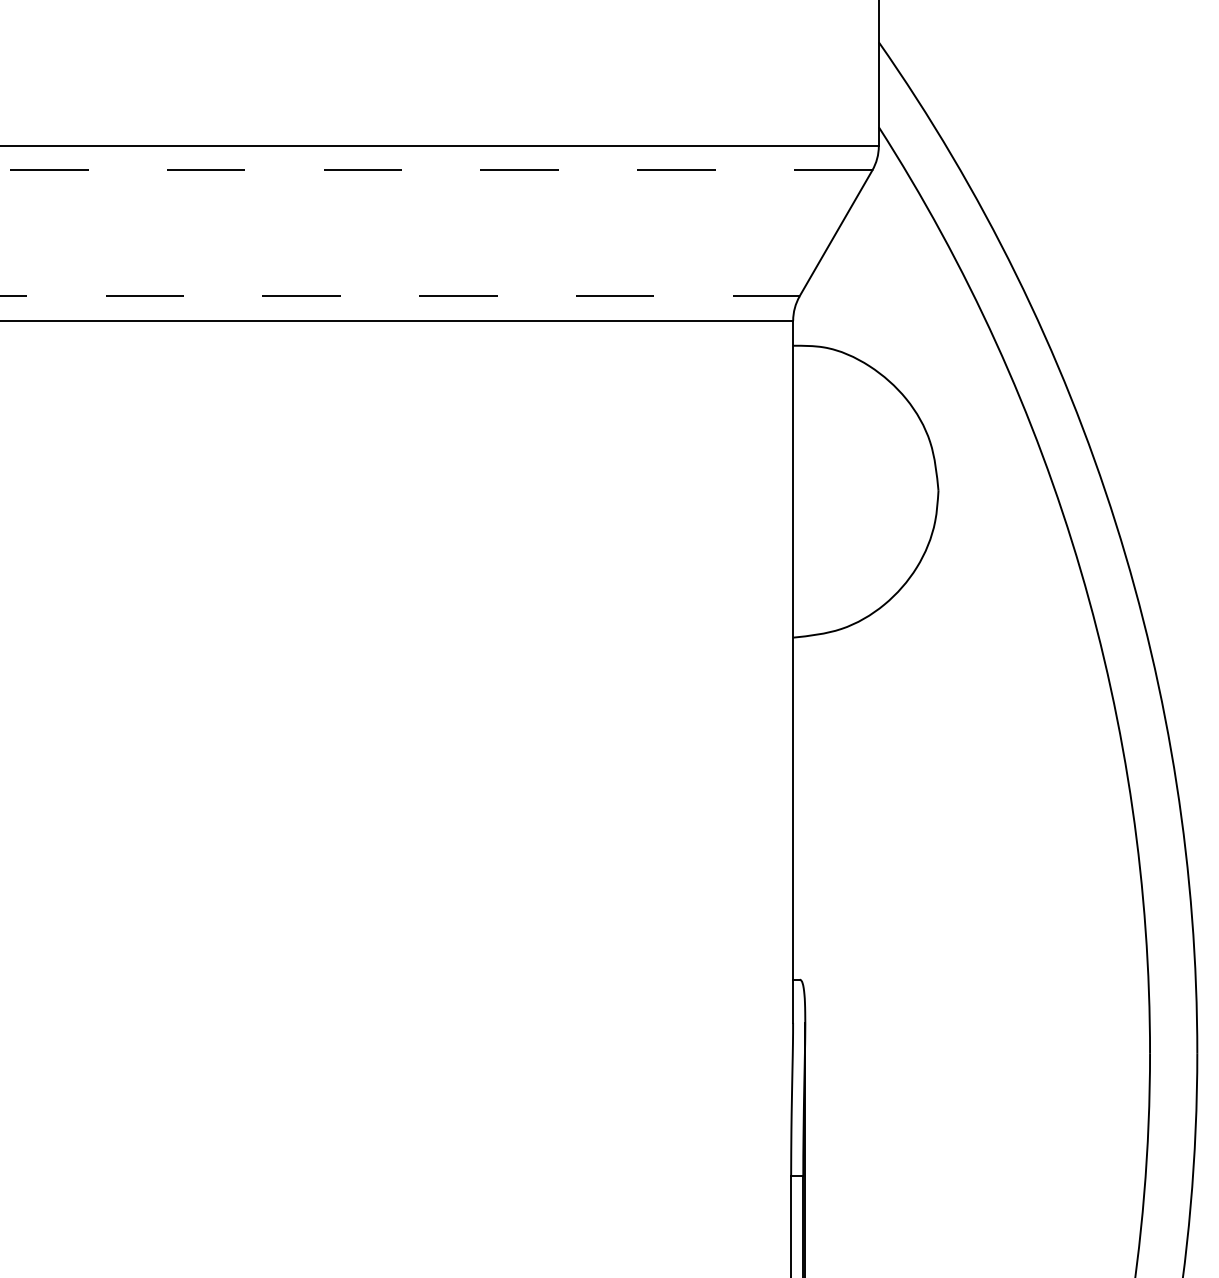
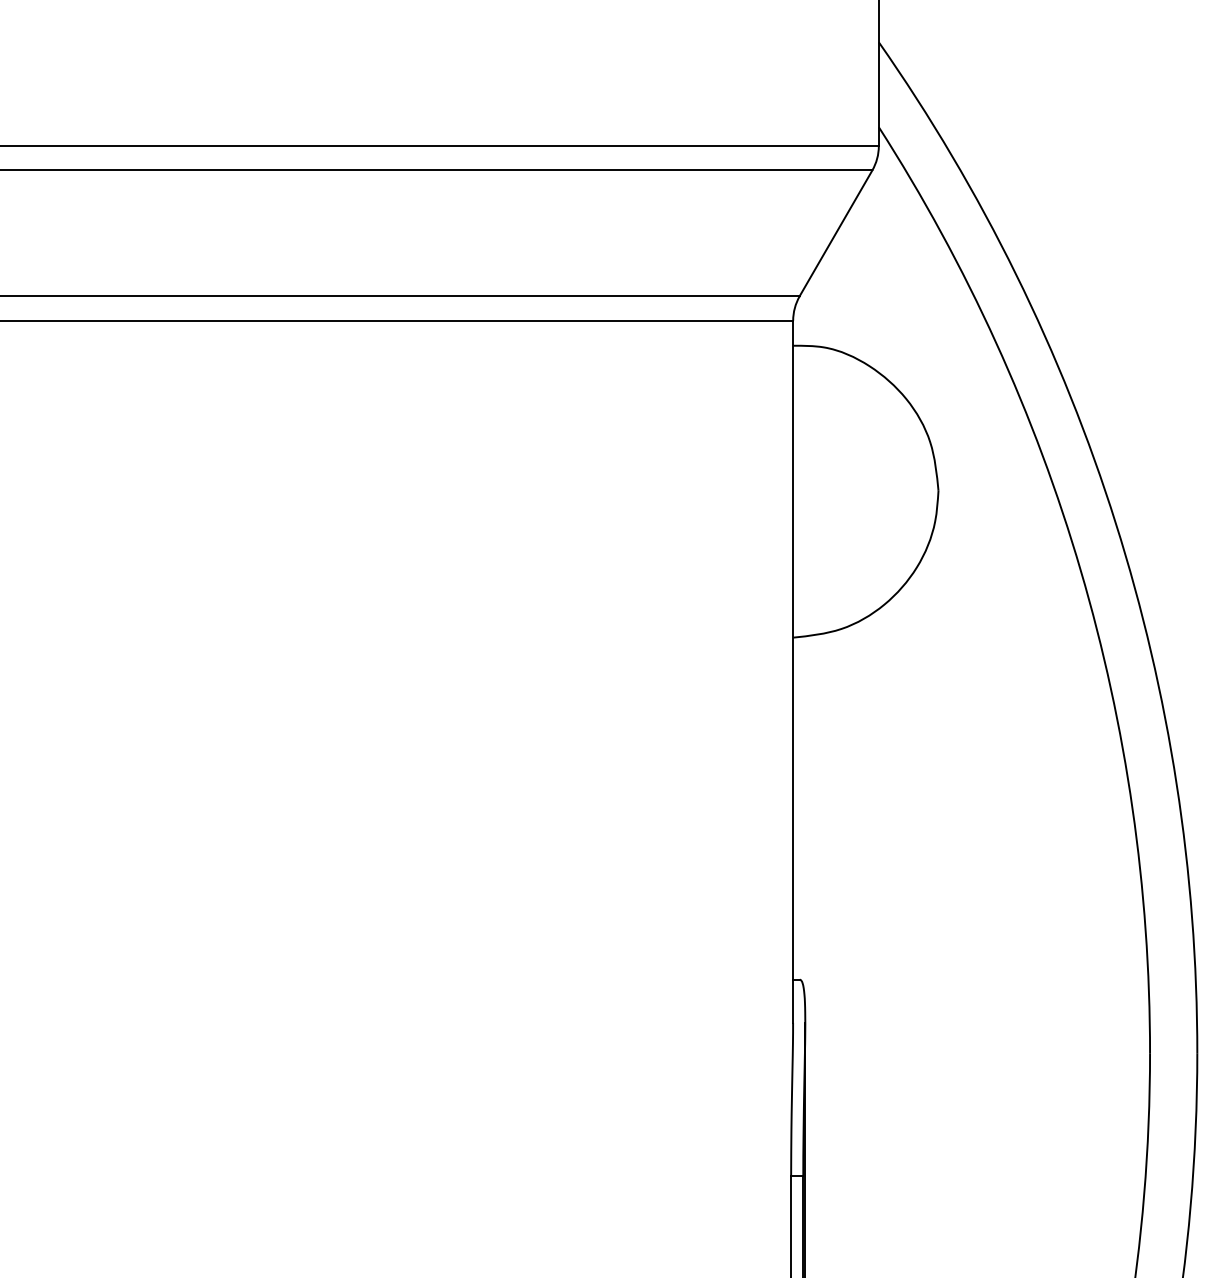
line at (436, 170): dashed -> solid
line at (400, 296): dashed -> solid
